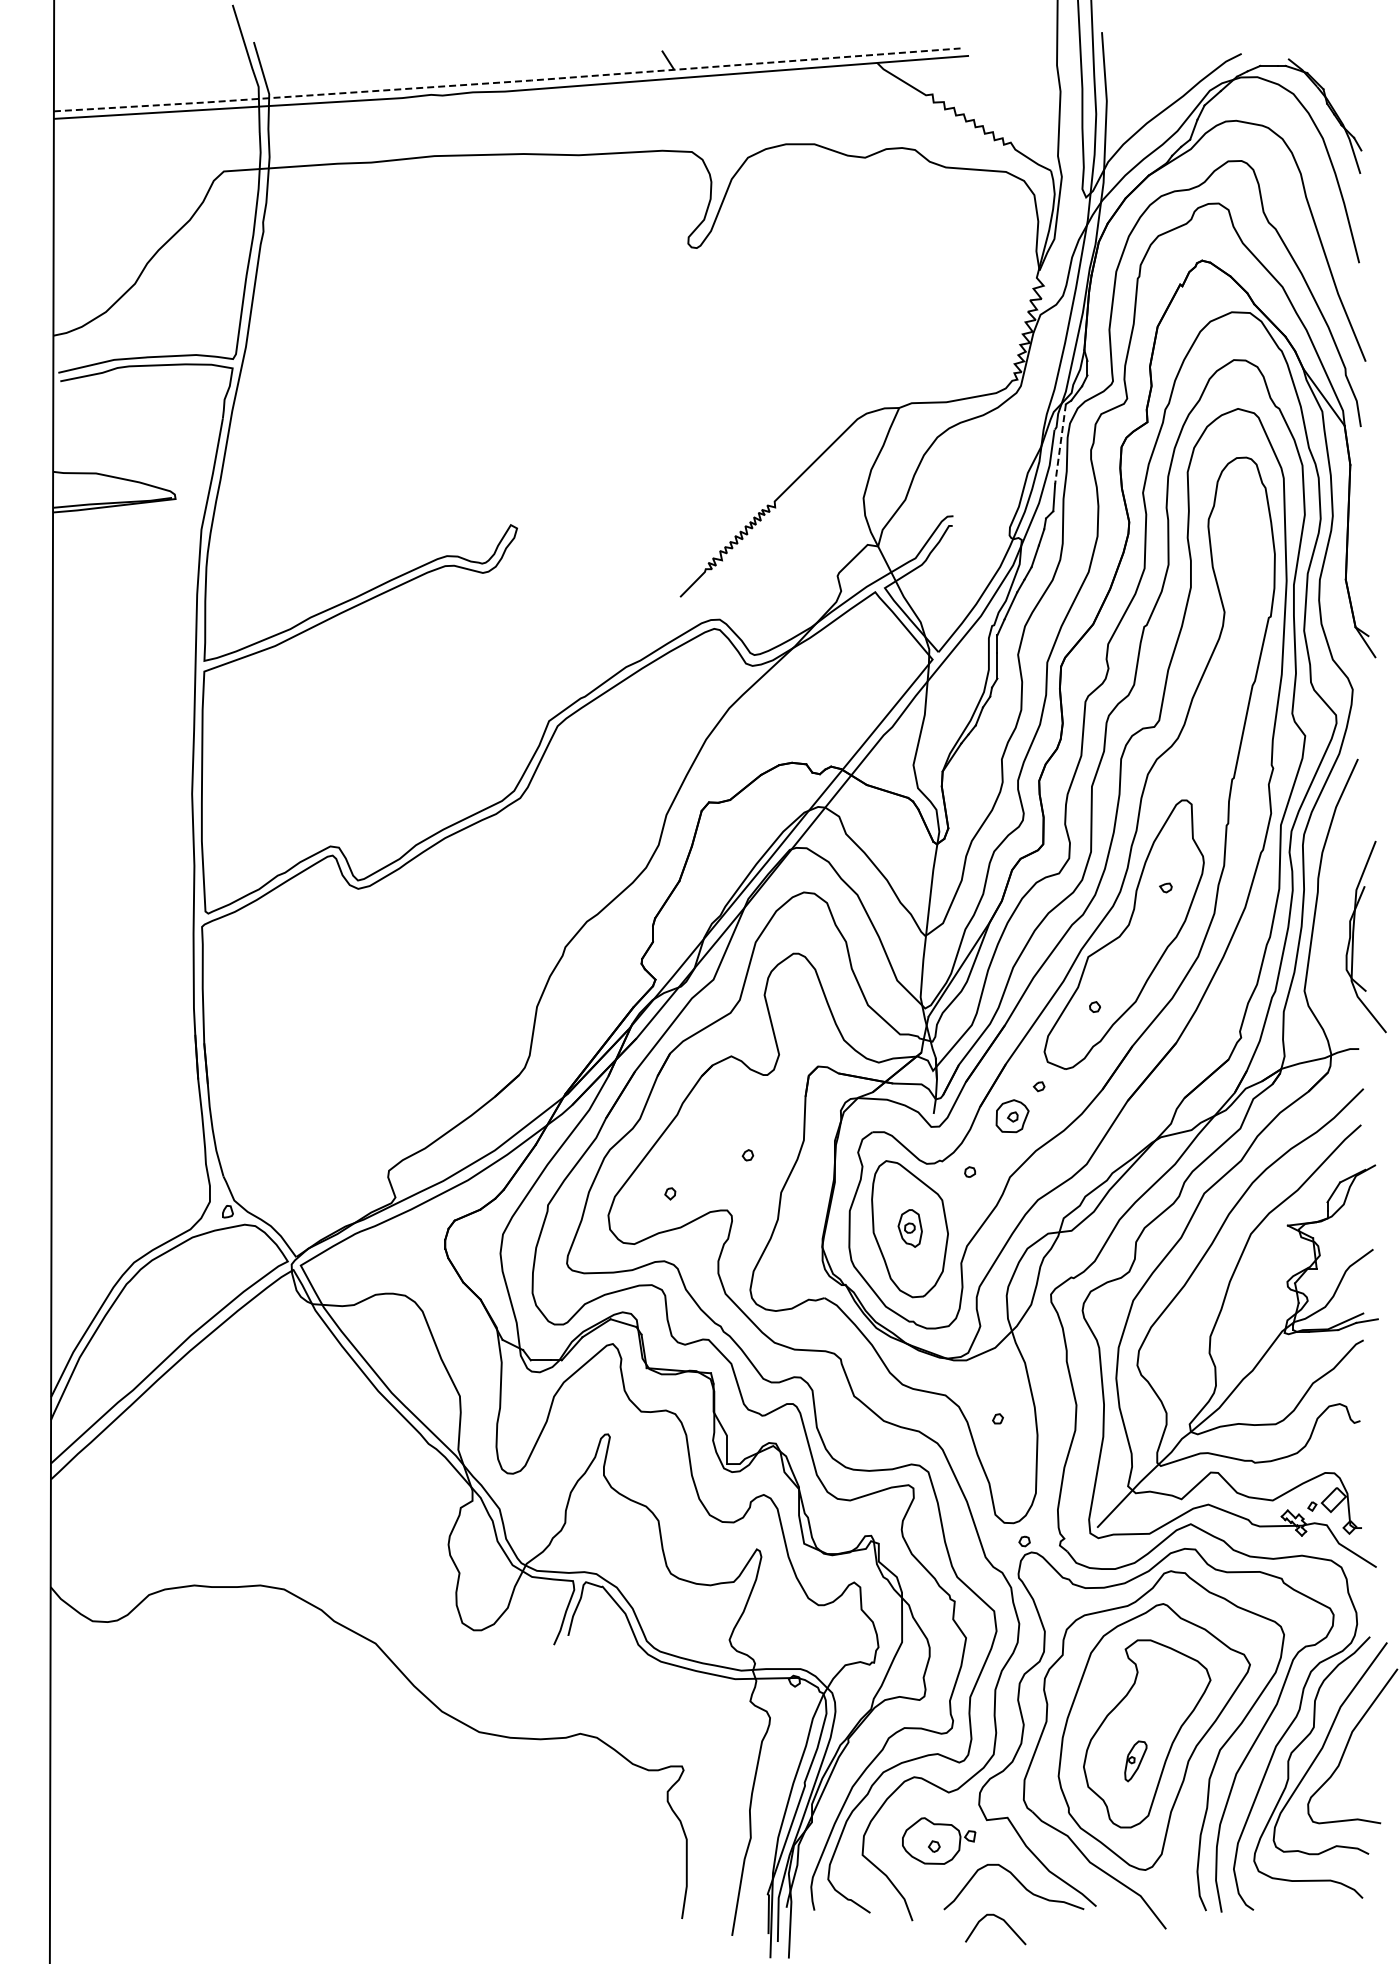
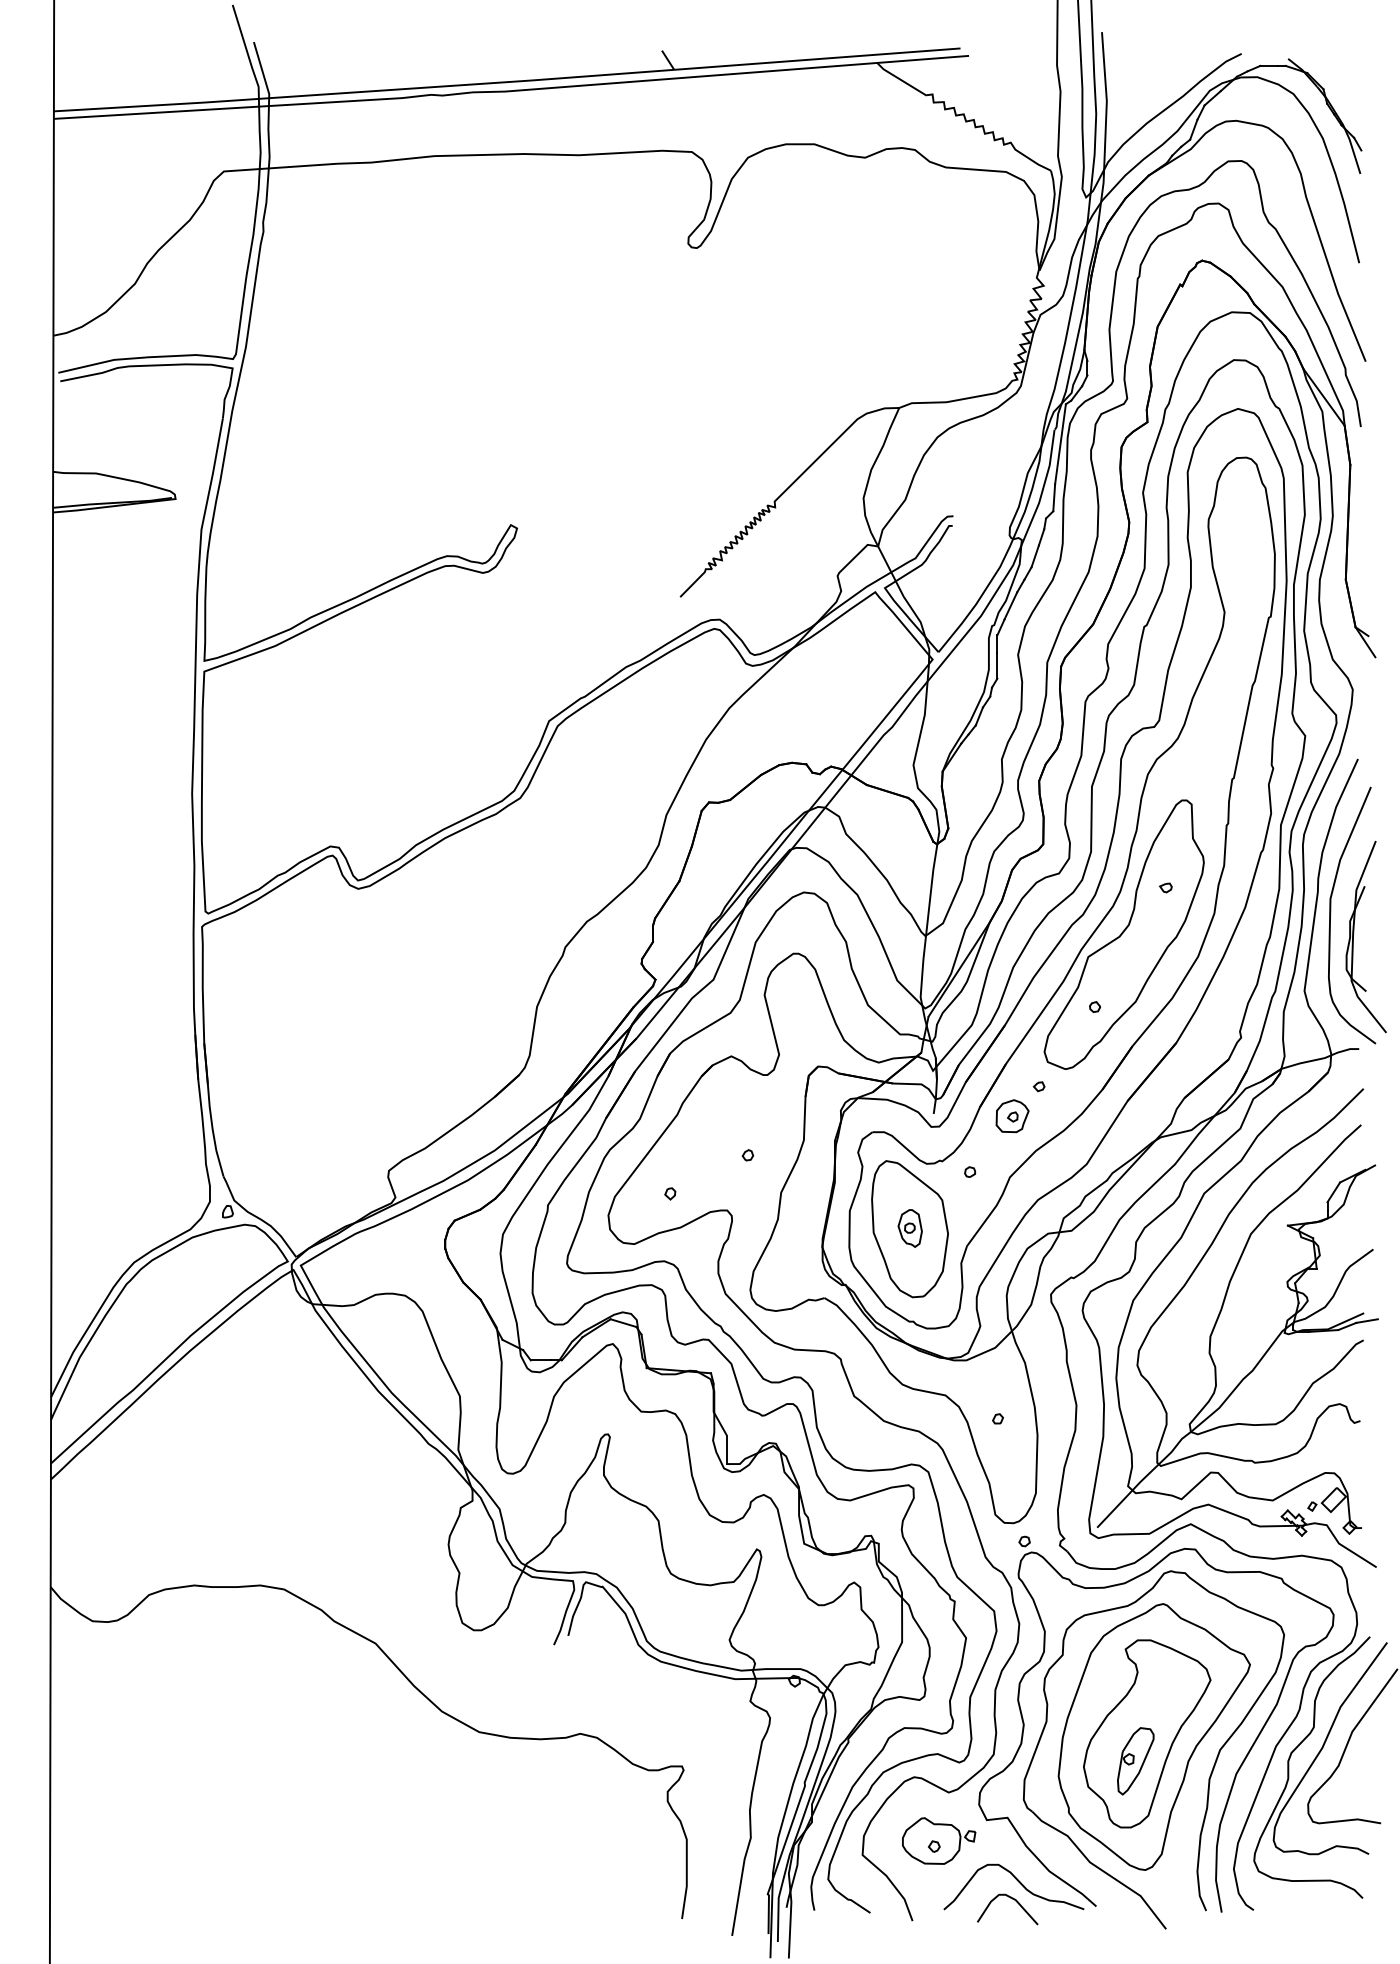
line at (507, 82): dashed -> solid
line at (1060, 444): dashed -> solid
curve at (1331, 913): none -> present
part at (1135, 1761) size: 24x43 px -> 38x69 px
curve at (1000, 1919) position: (1000, 1919) -> (1012, 1899)
